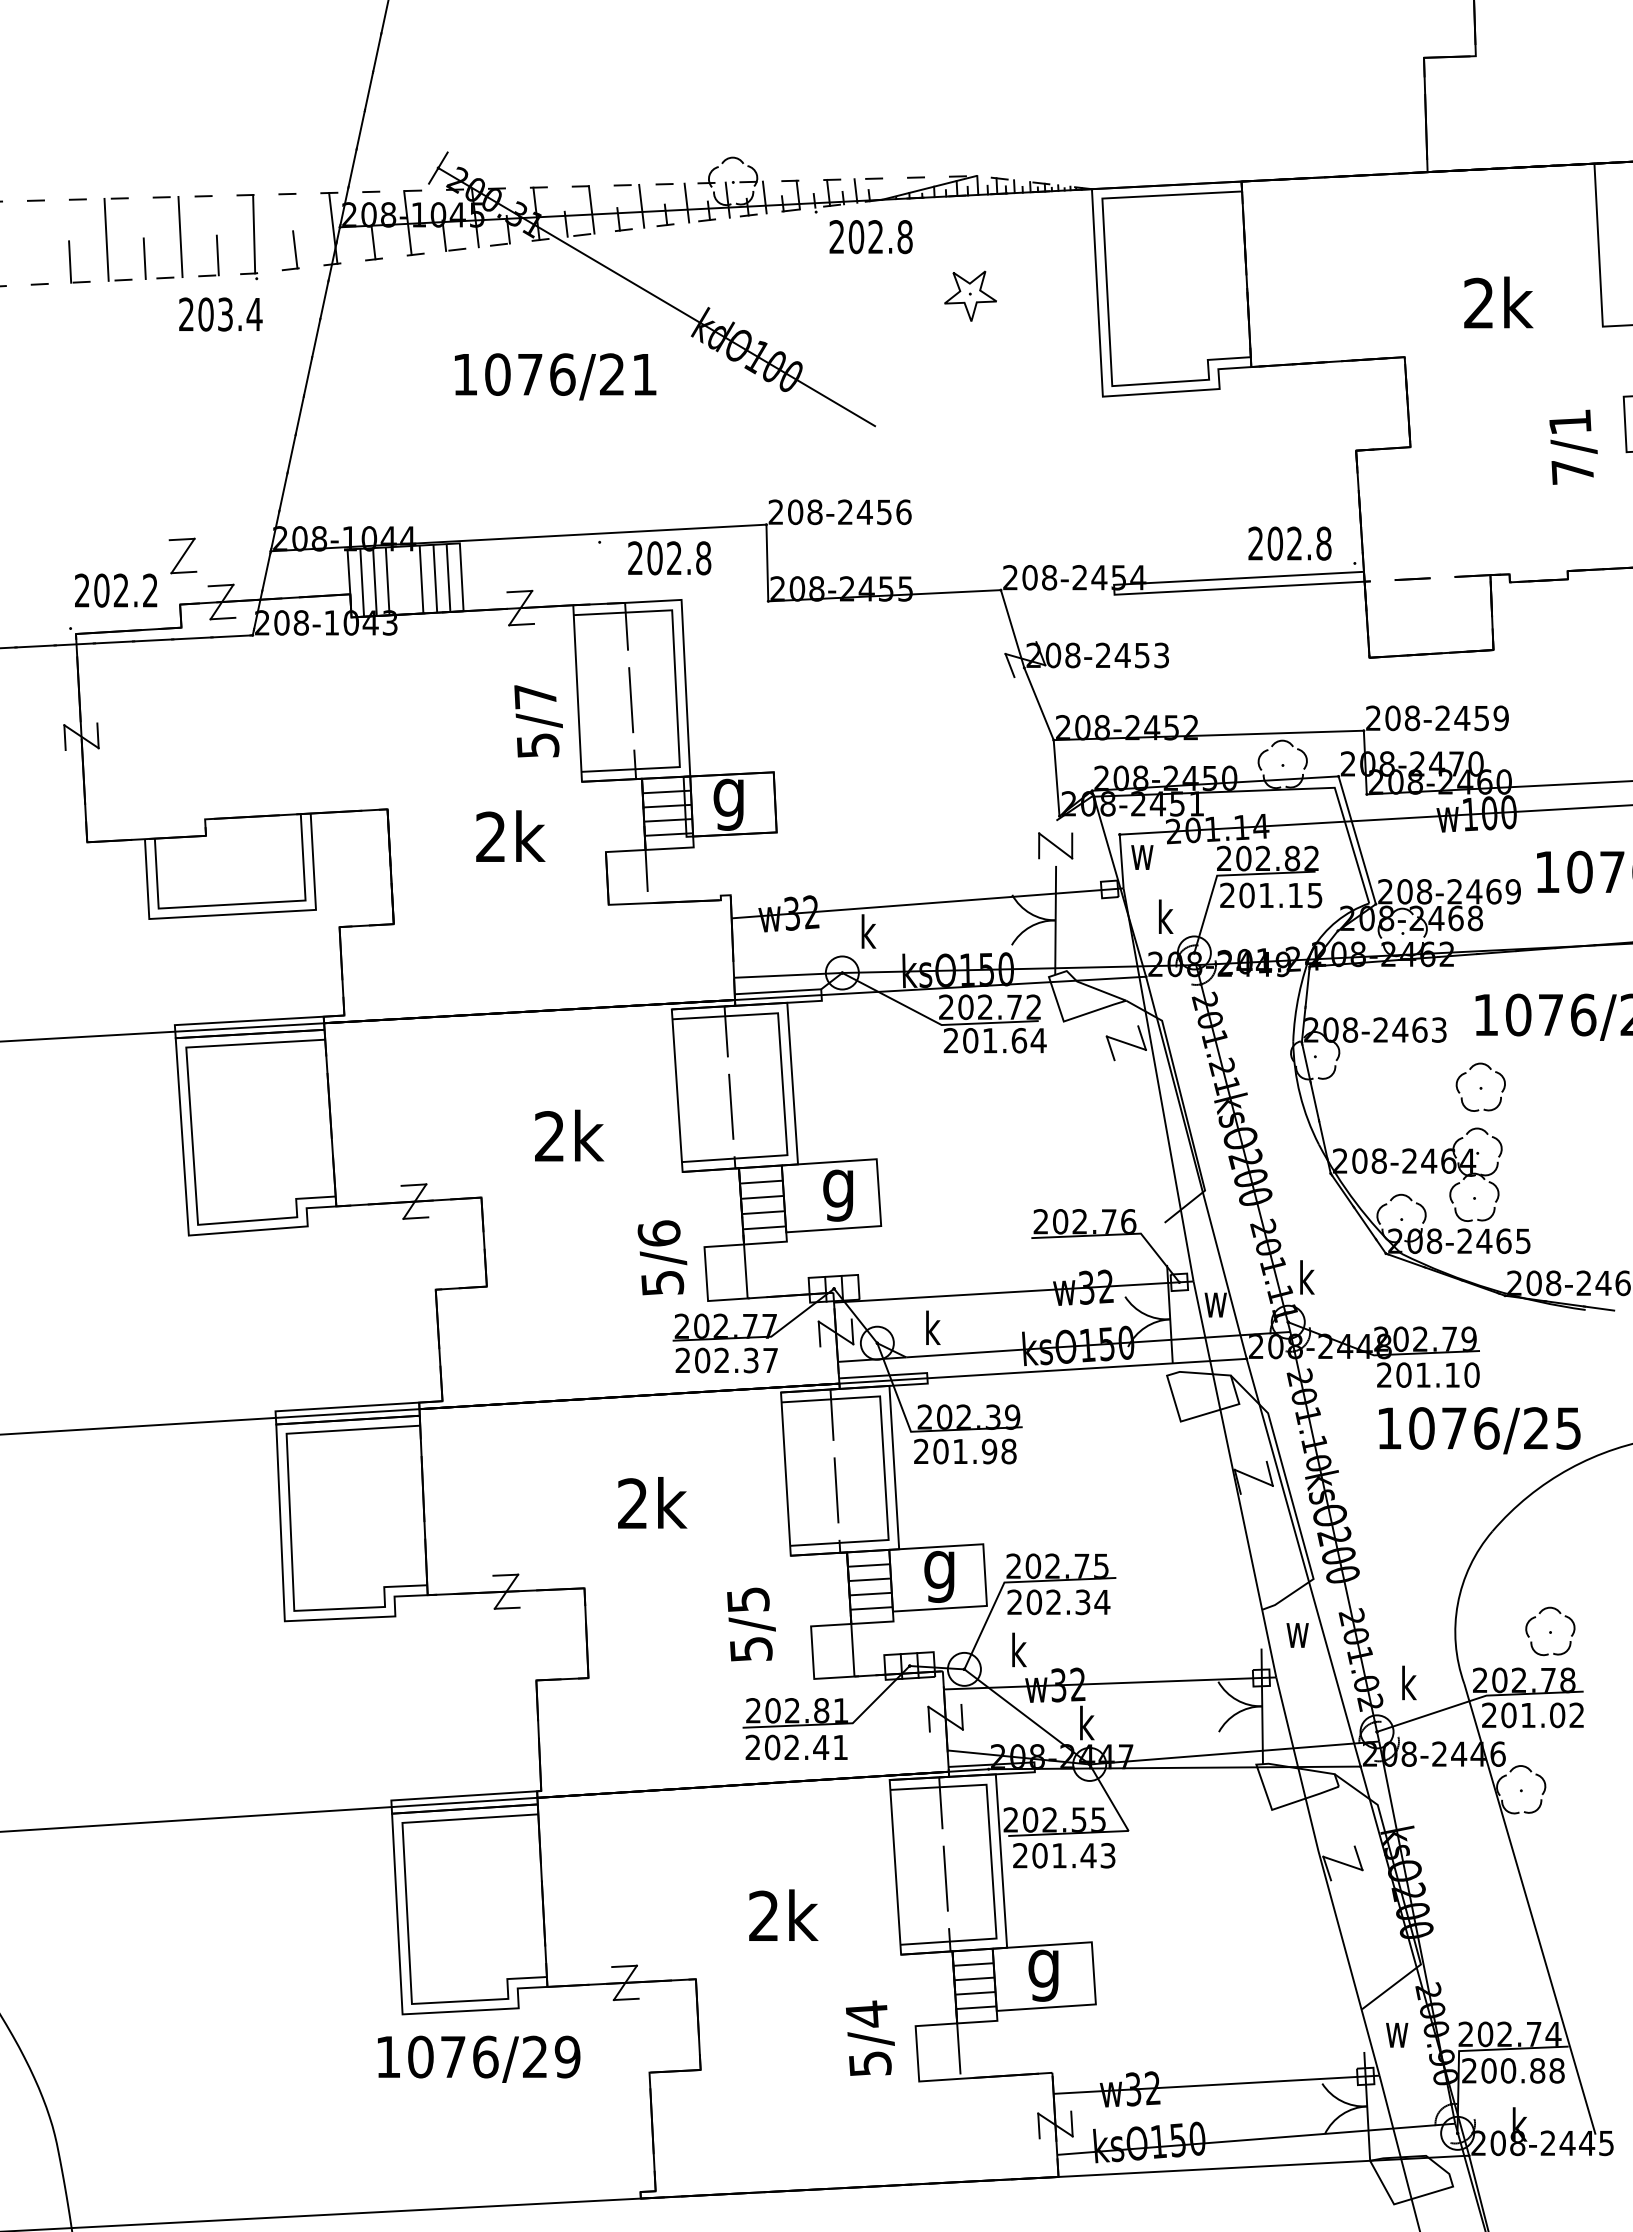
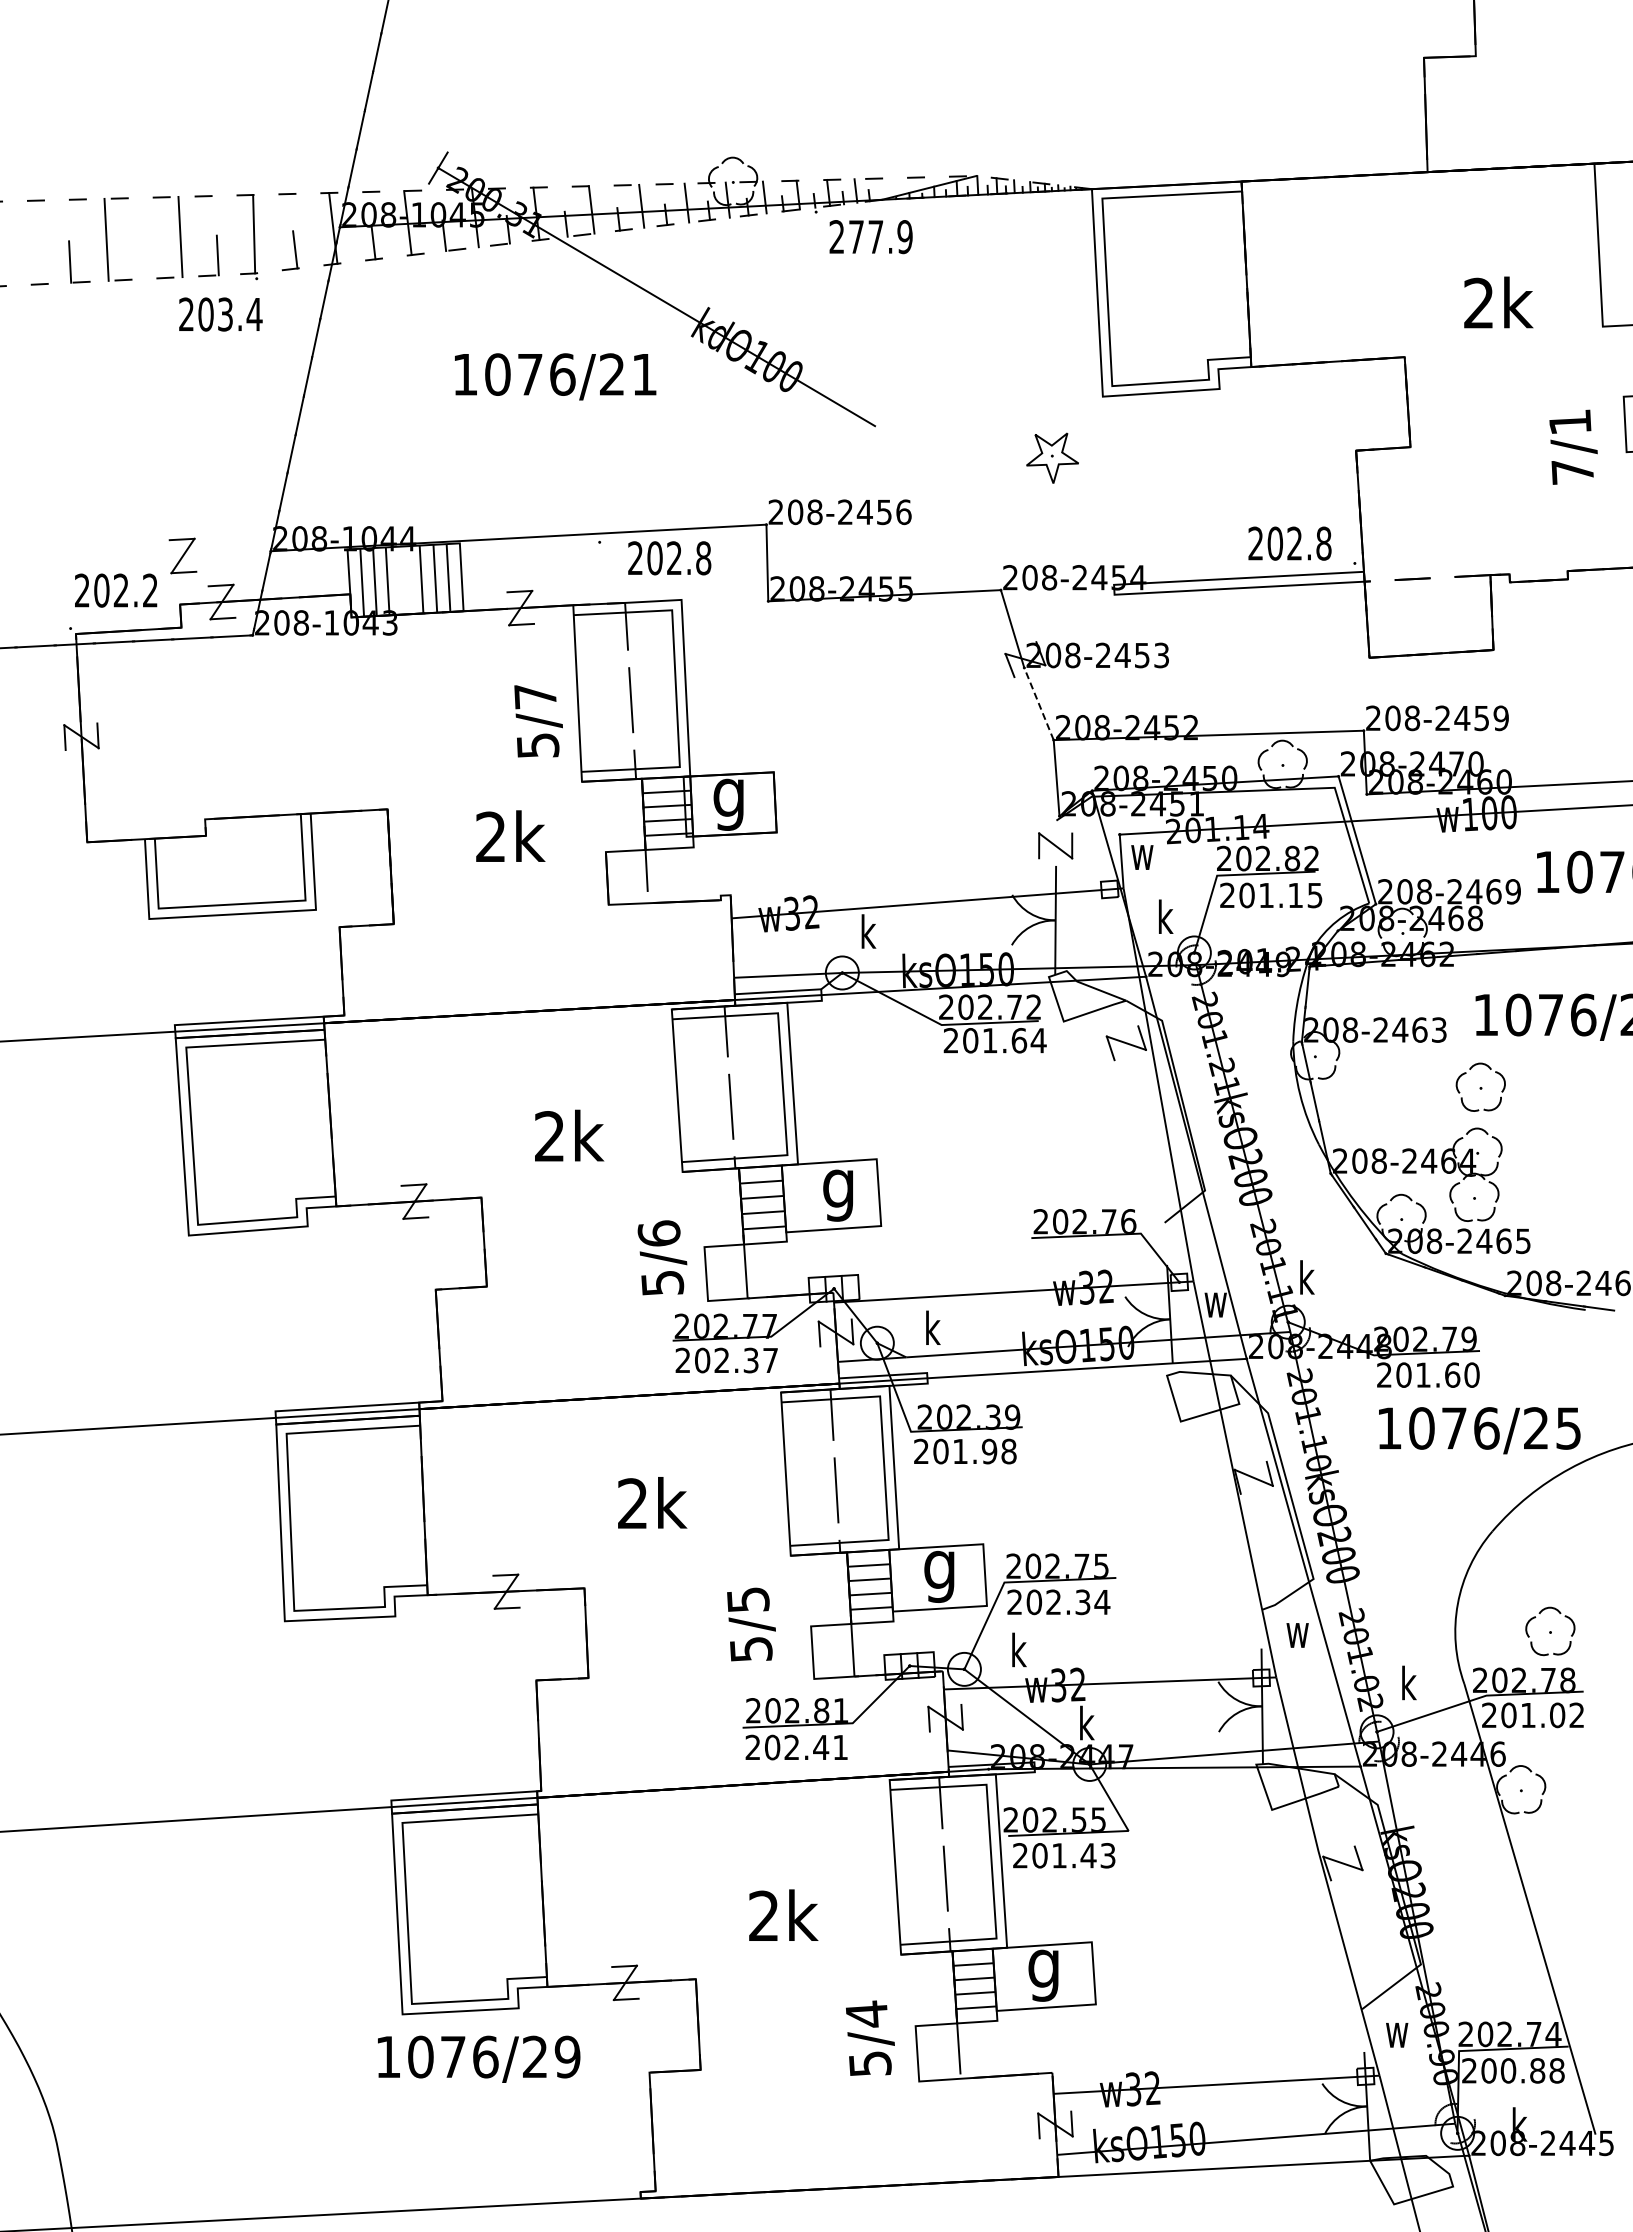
text at (880, 237): 202.8 -> 277.9
line at (144, 258): present -> none
part at (970, 295) position: (970, 295) -> (1052, 457)
line at (1039, 704): solid -> dashed
text at (1452, 1374): 201.10 -> 201.60
